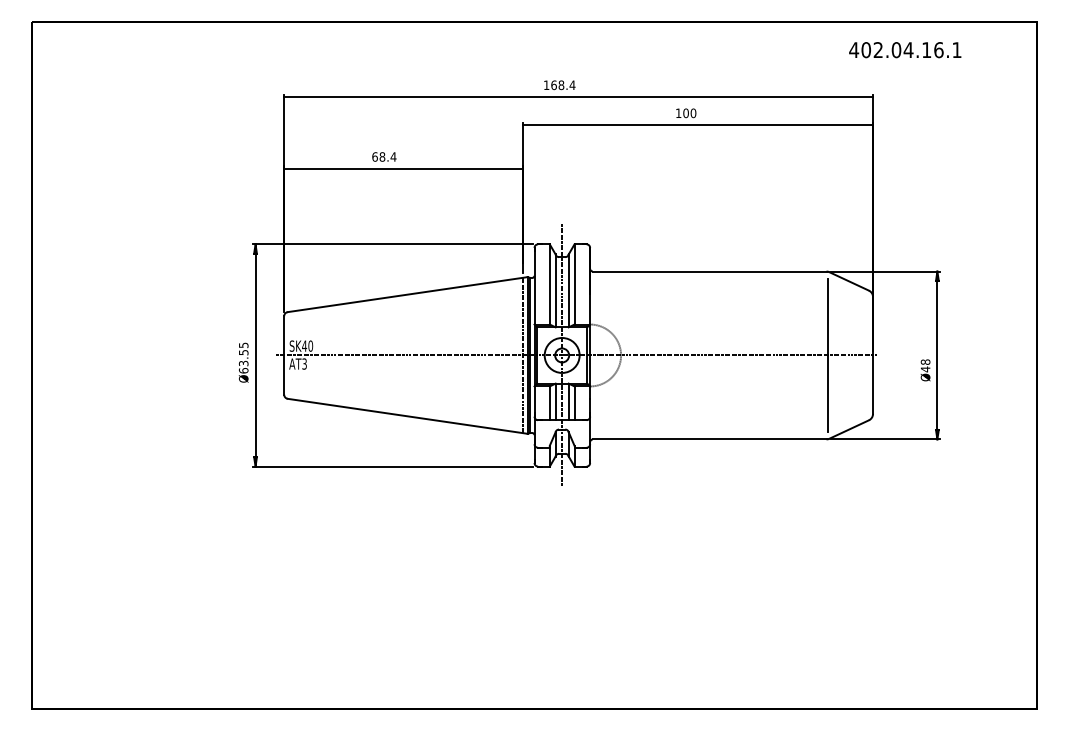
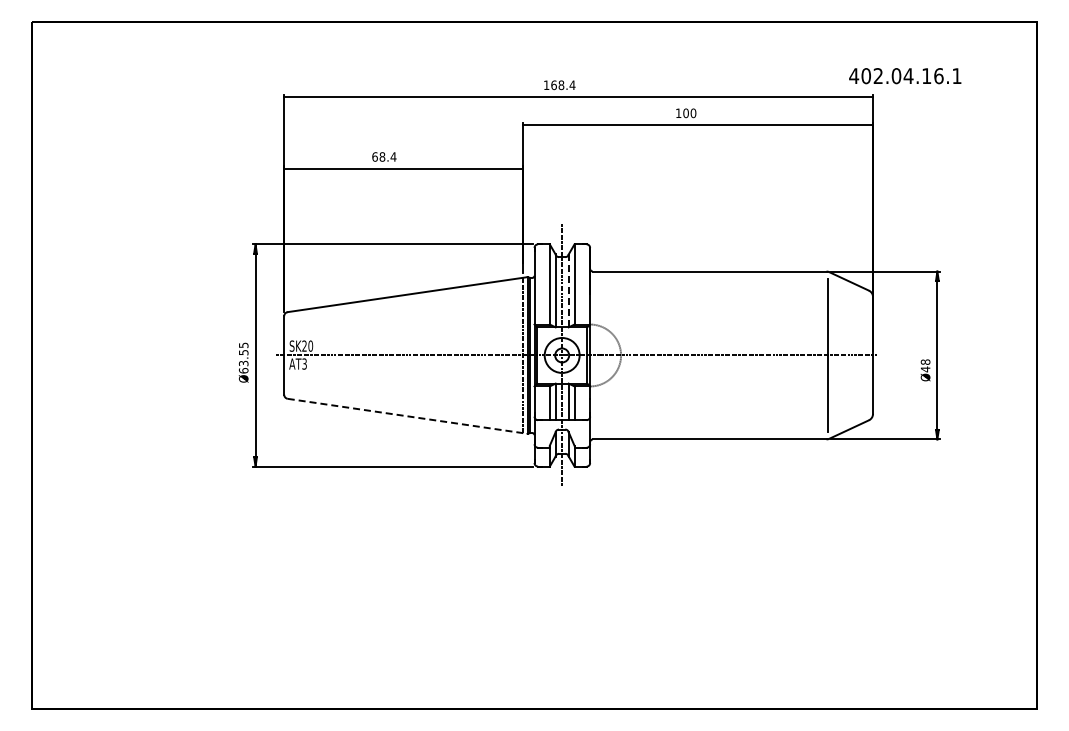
text at (905, 50) position: (905, 50) -> (905, 76)
line at (568, 291): solid -> dashed
text at (304, 345): SK40 -> SK20
line at (408, 416): solid -> dashed
